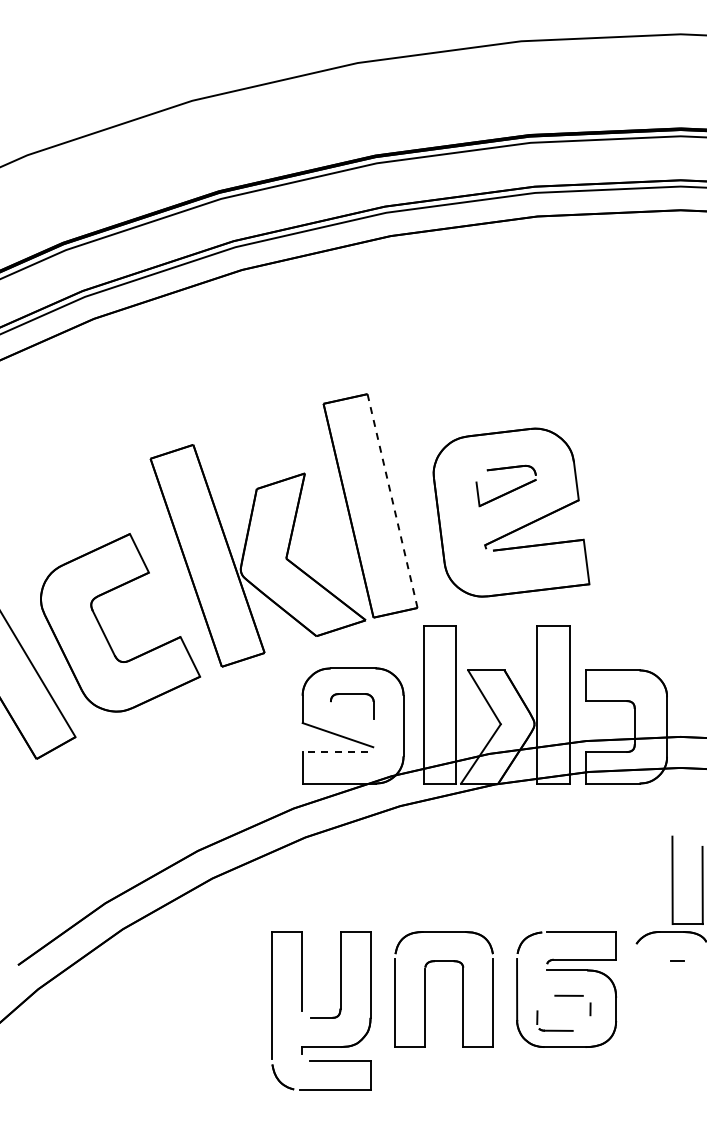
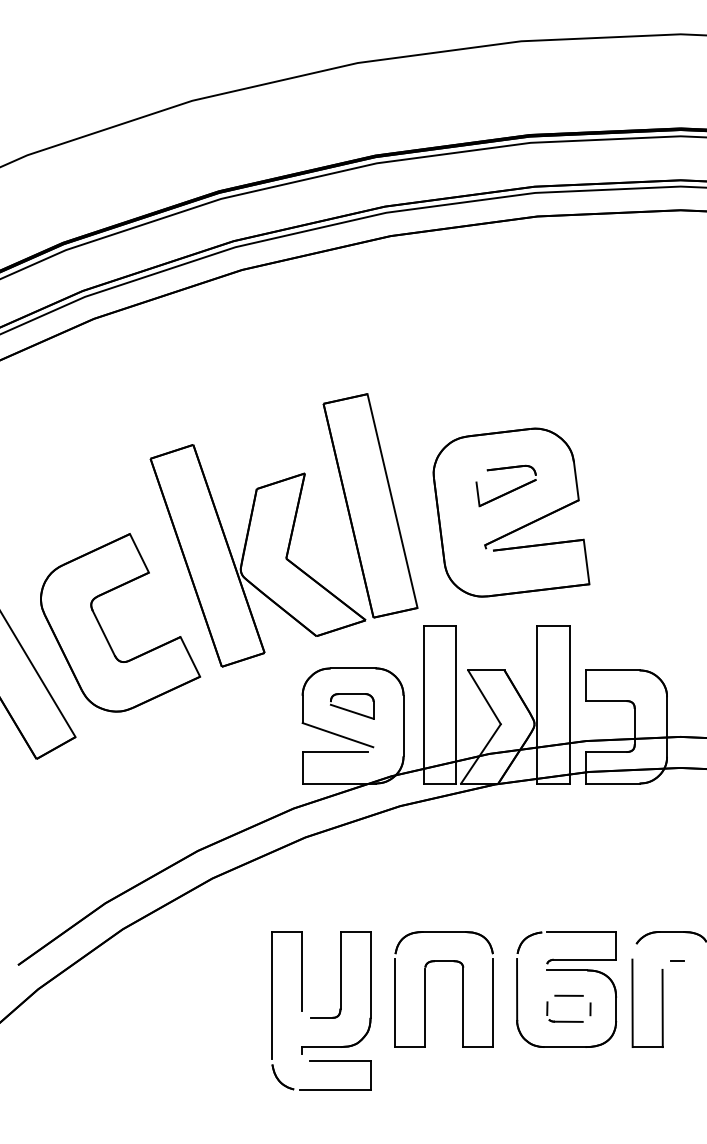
line at (392, 501): dashed -> solid
line at (351, 711): none -> present
line at (335, 751): dashed -> solid
part at (673, 879) position: (673, 879) -> (633, 1002)
part at (554, 1029) position: (554, 1029) -> (564, 1020)
